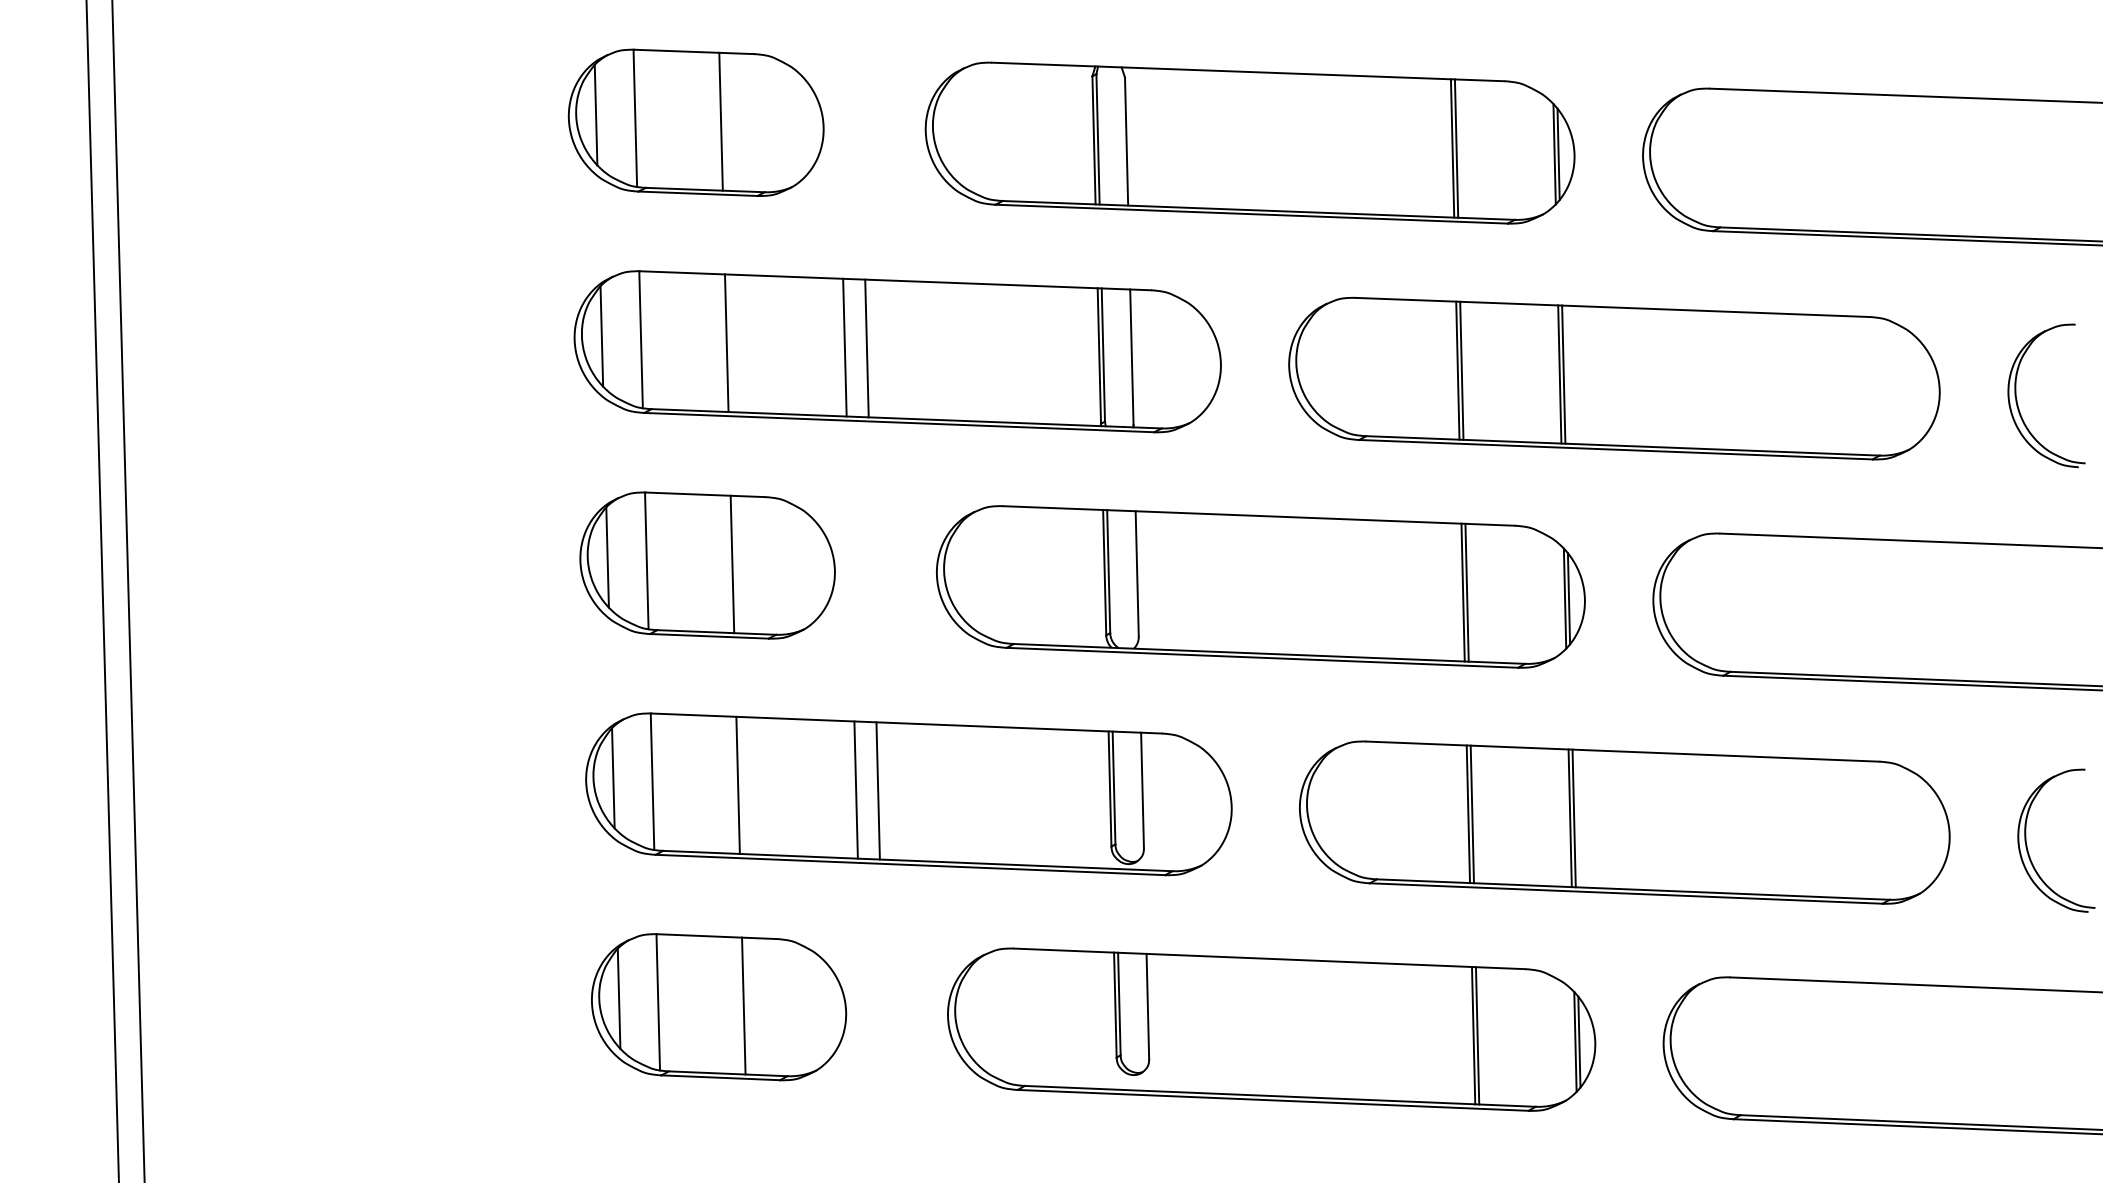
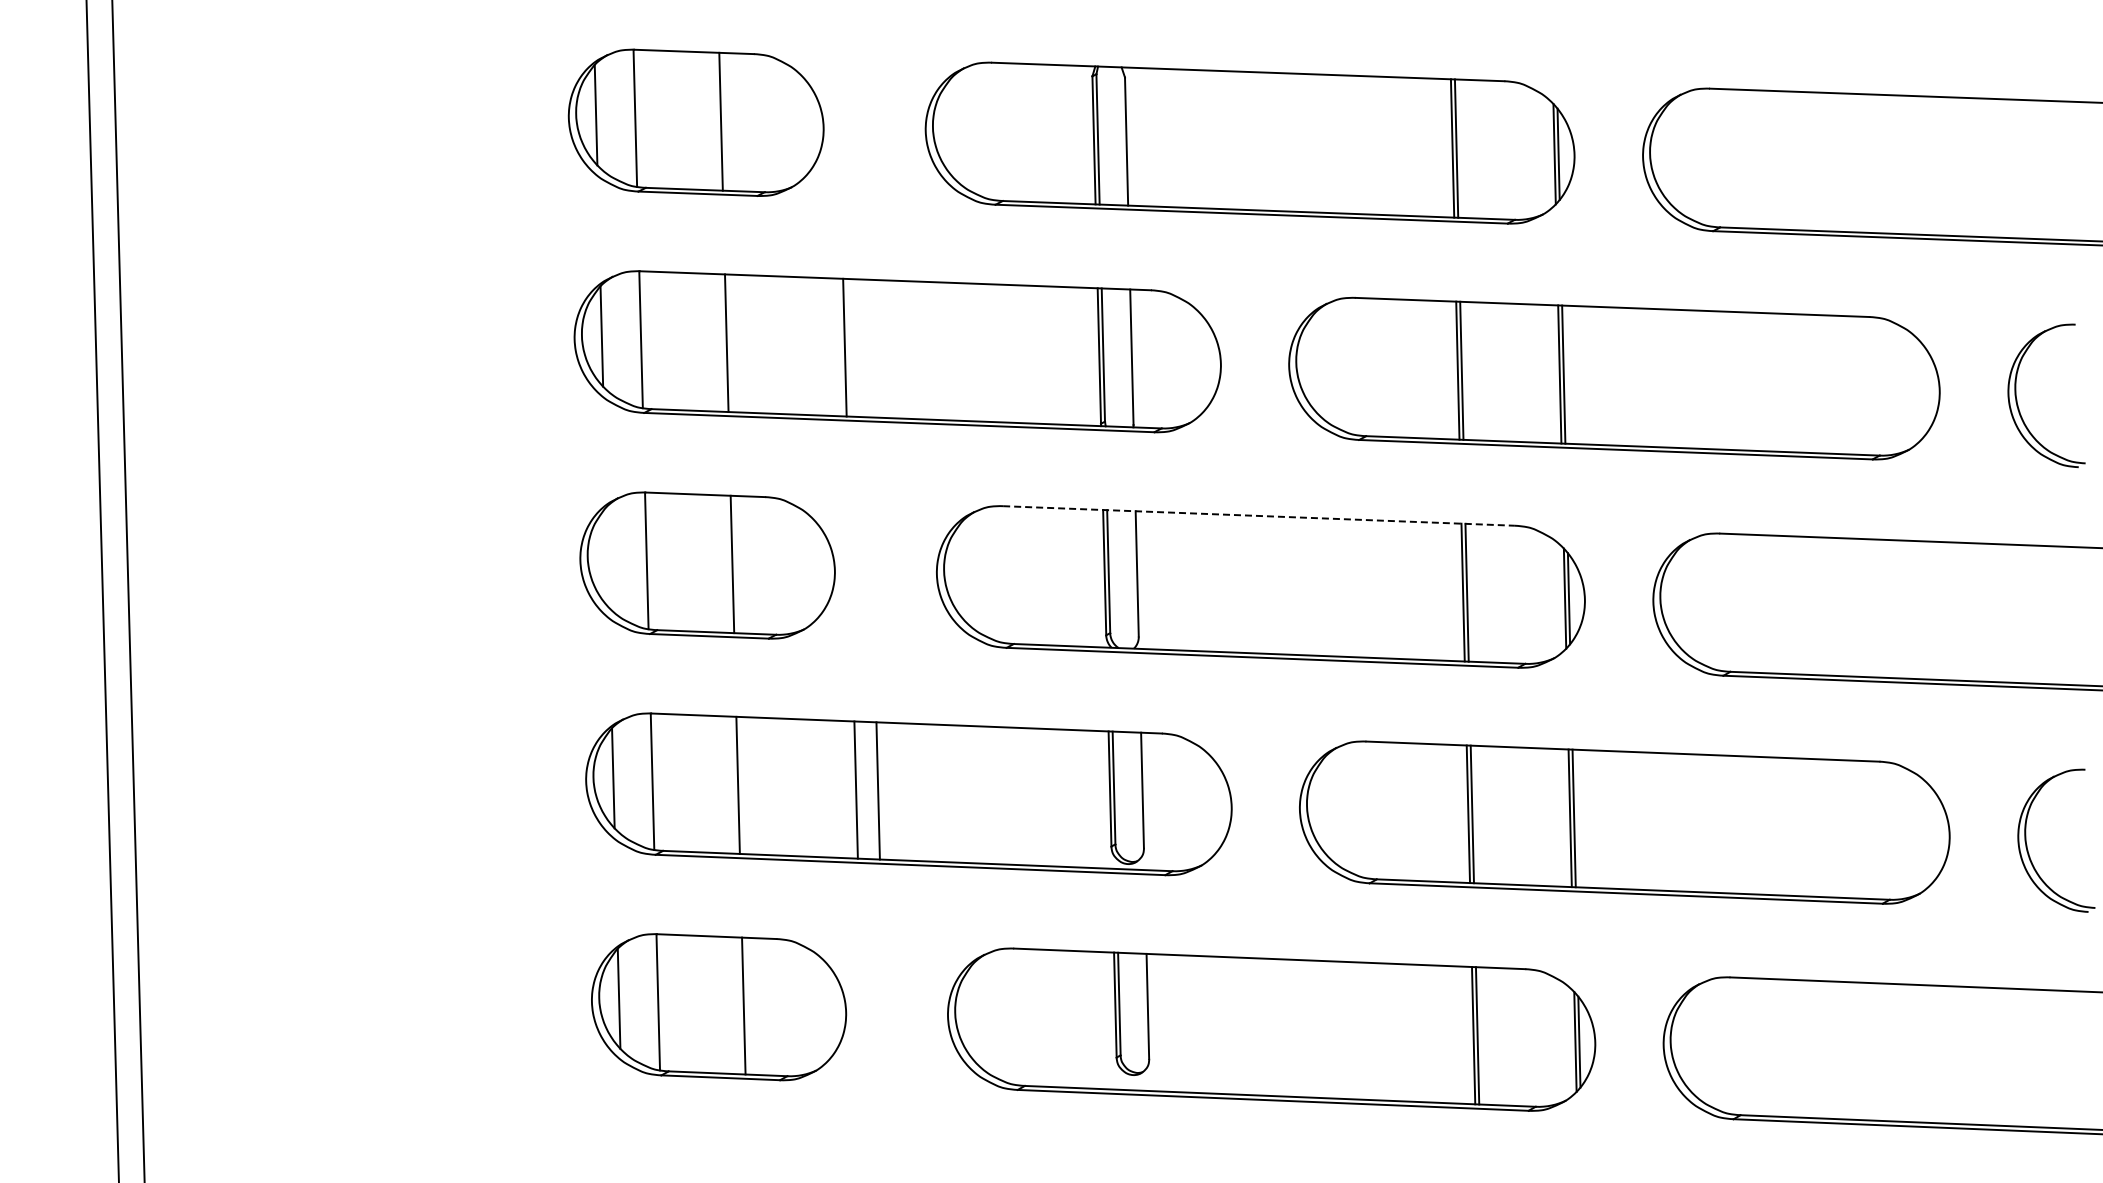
line at (866, 348): present -> none
line at (1259, 515): solid -> dashed
line at (607, 557): present -> none
